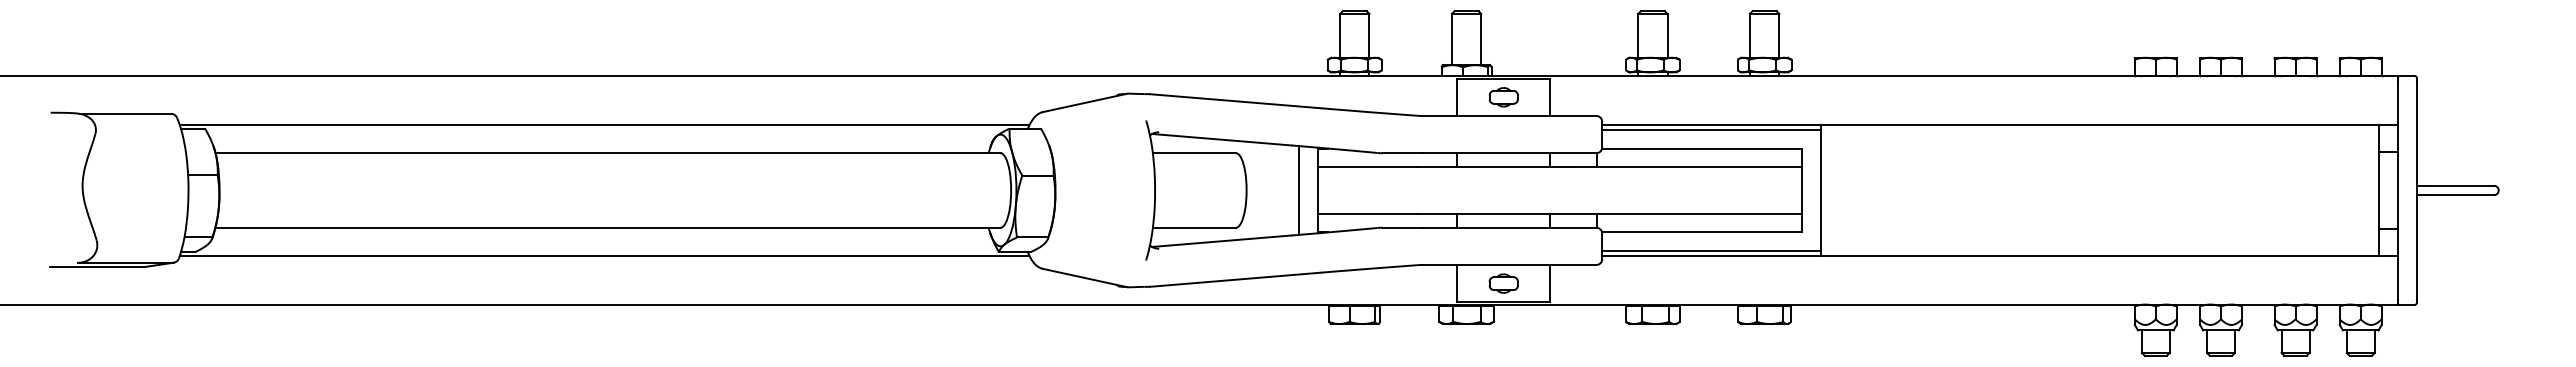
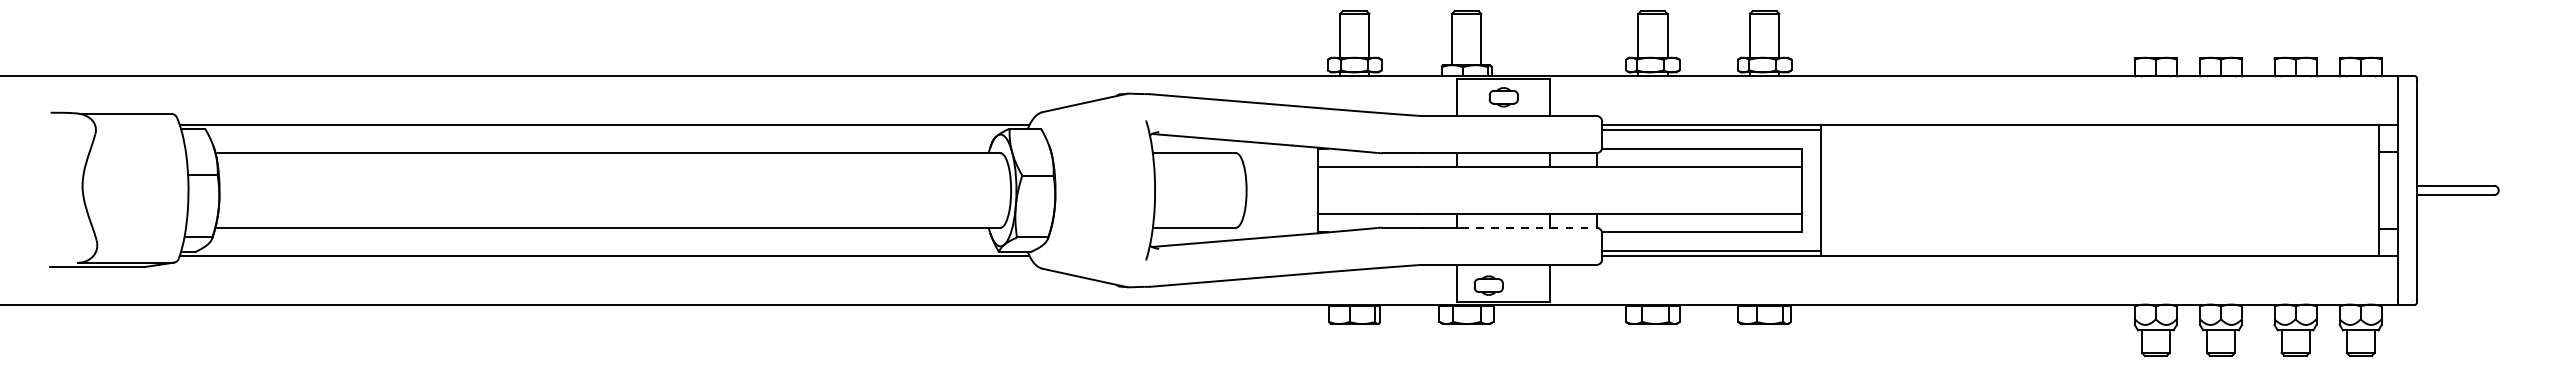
line at (1298, 190): present -> none
line at (1529, 227): solid -> dashed
part at (1503, 283) position: (1503, 283) -> (1488, 285)
